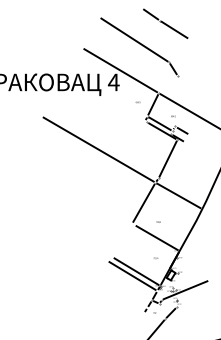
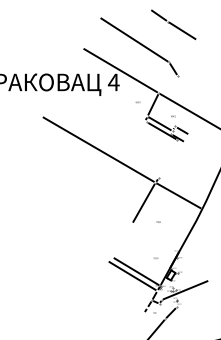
line at (165, 23) position: (165, 23) -> (173, 24)
line at (167, 158): present -> none
line at (156, 238): present -> none
